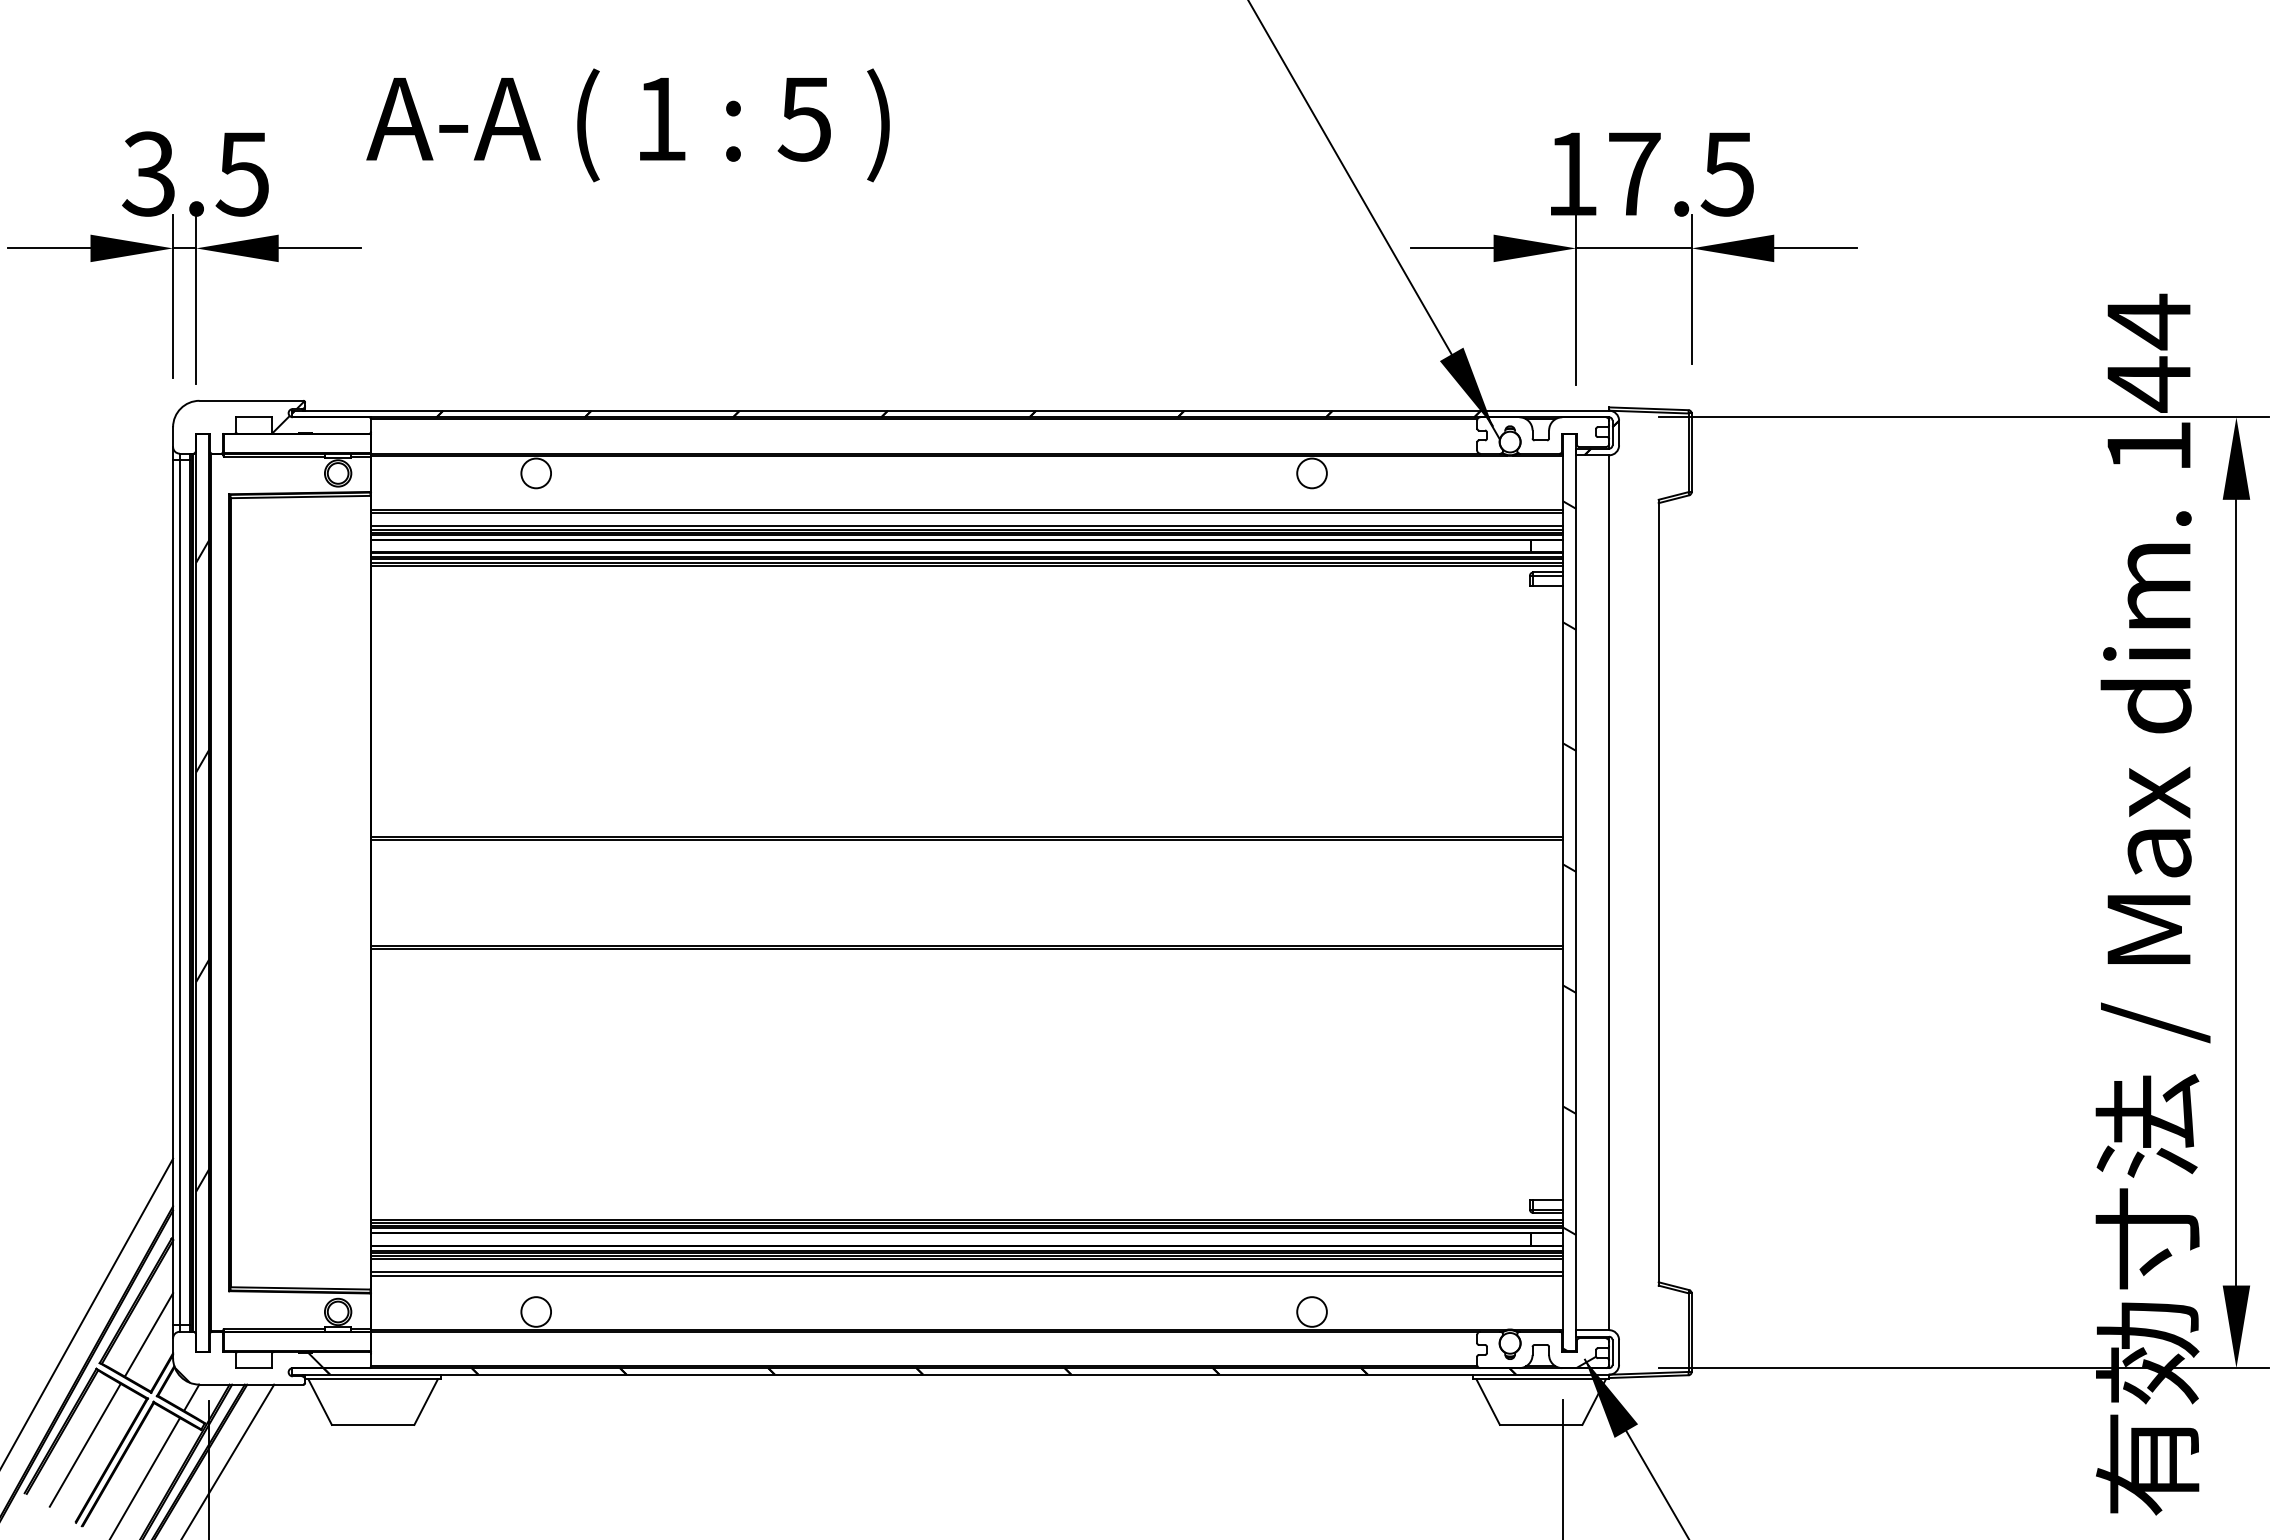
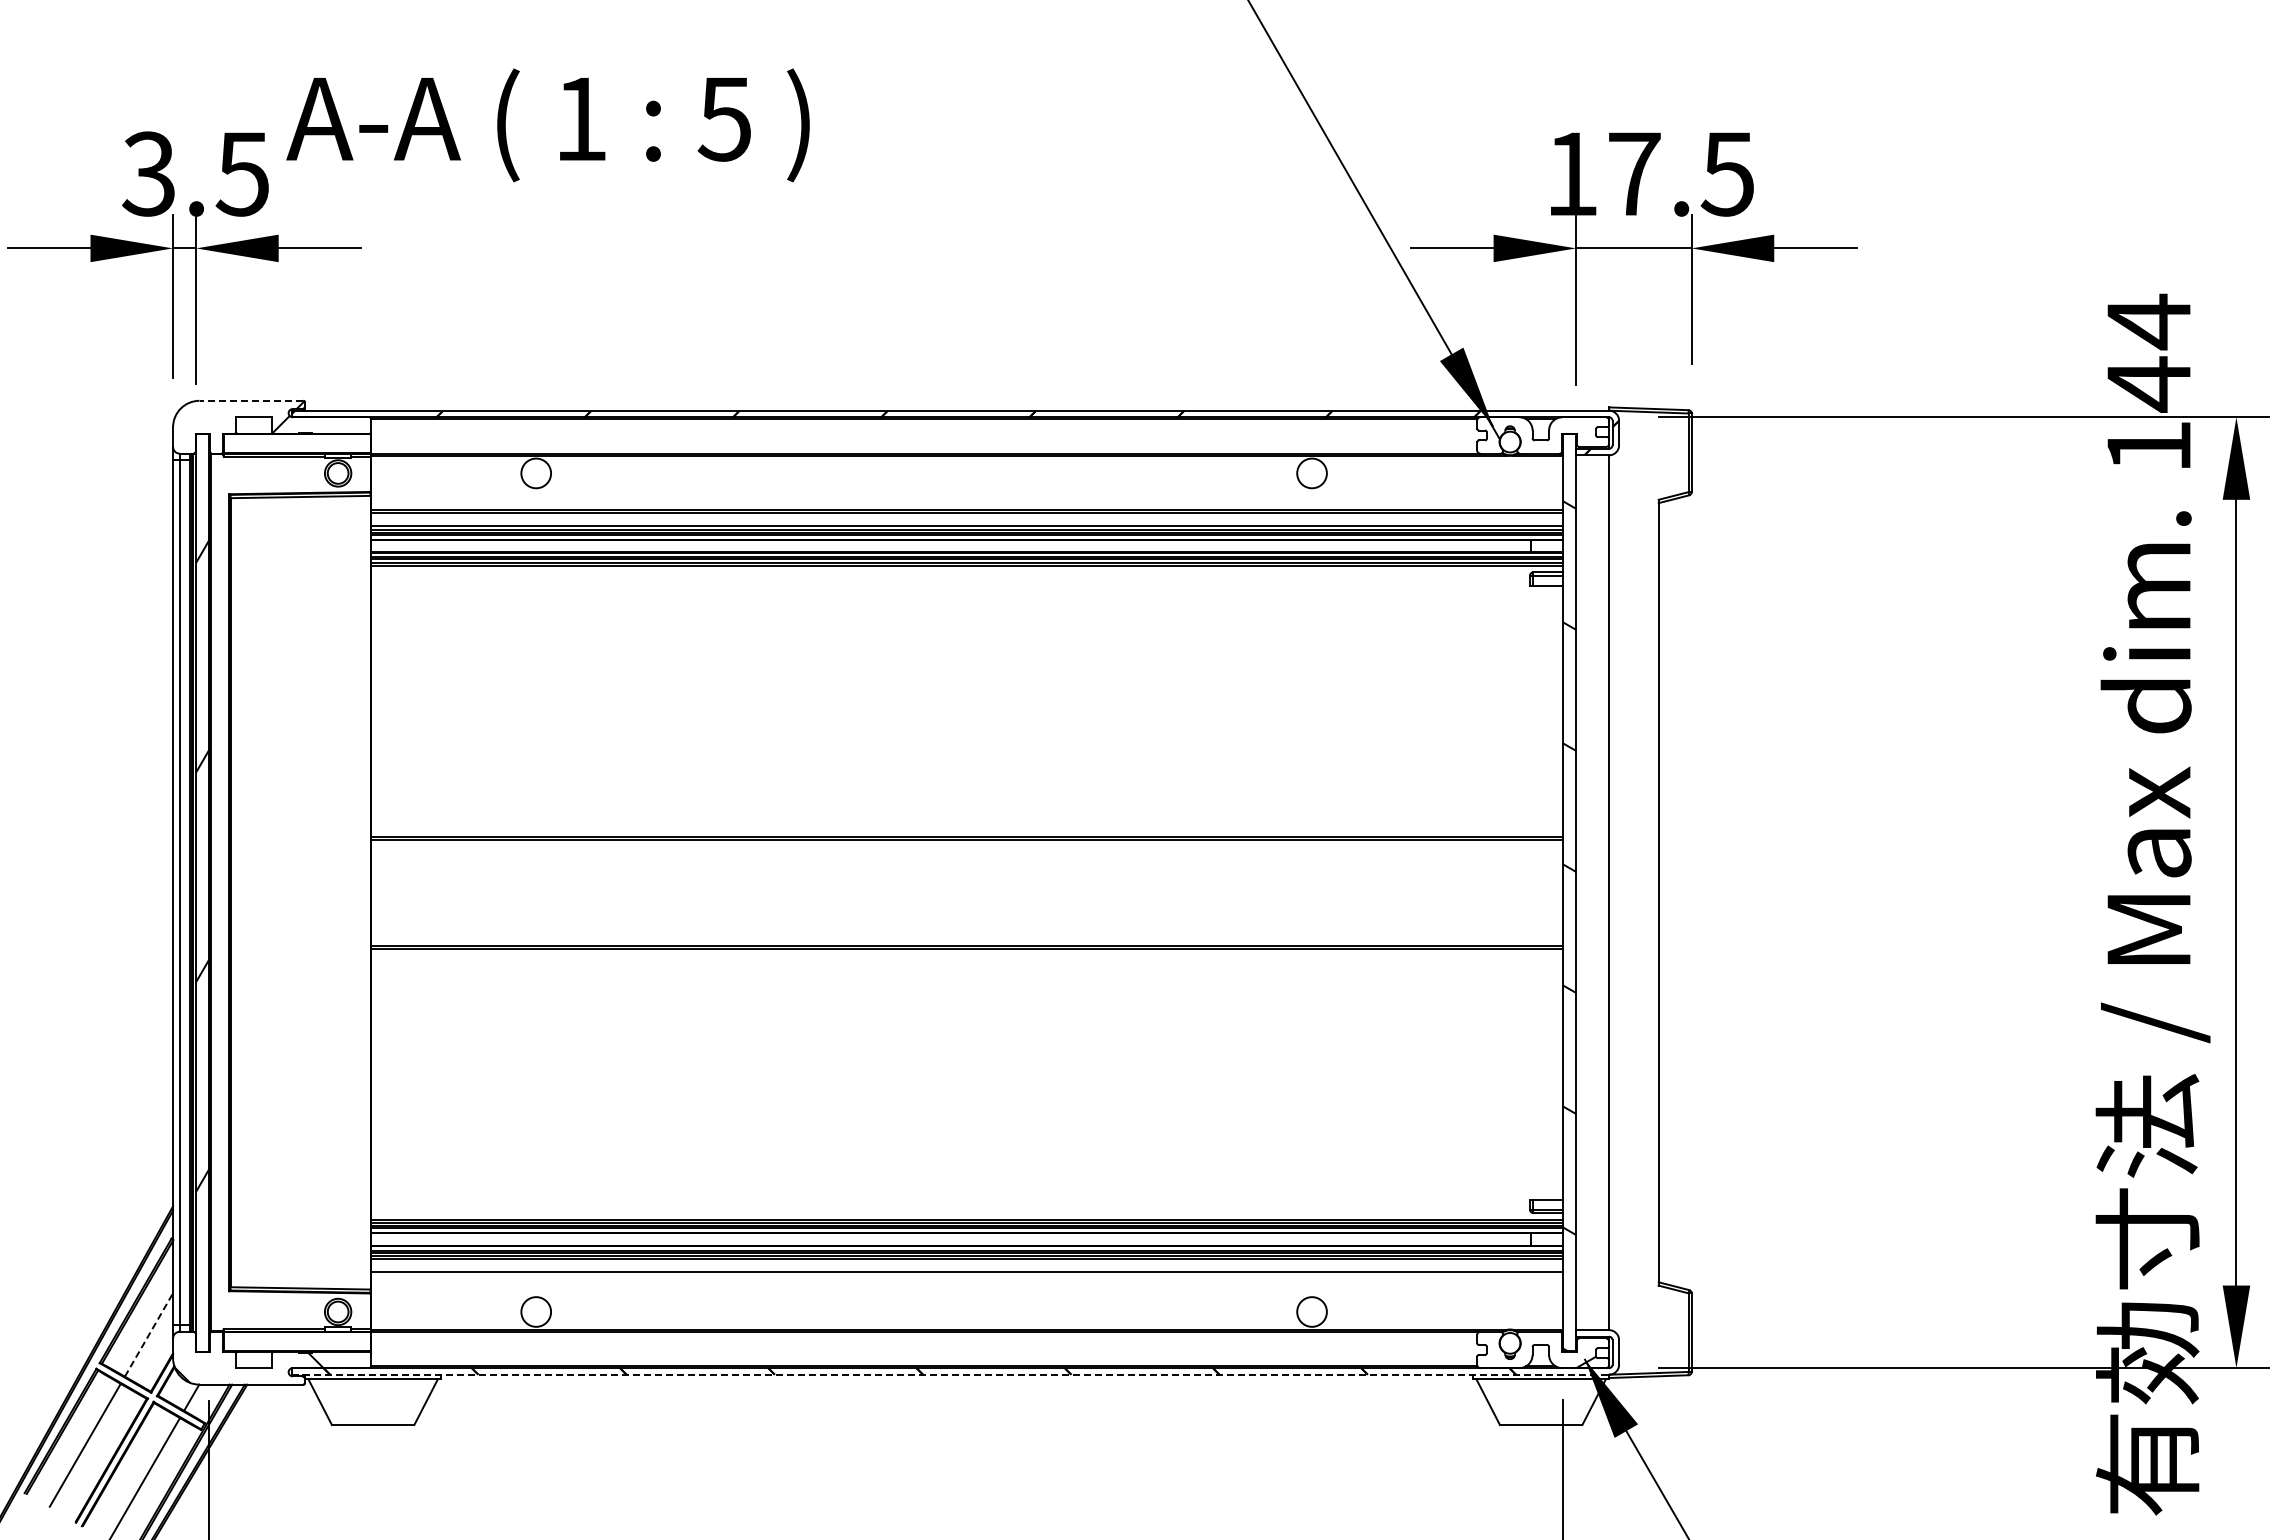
text at (627, 125) position: (627, 125) -> (547, 125)
line at (251, 400): solid -> dashed
line at (966, 1275): present -> none
line at (87, 1311): present -> none
line at (149, 1334): solid -> dashed
line at (950, 1374): solid -> dashed
line at (228, 1460): present -> none
